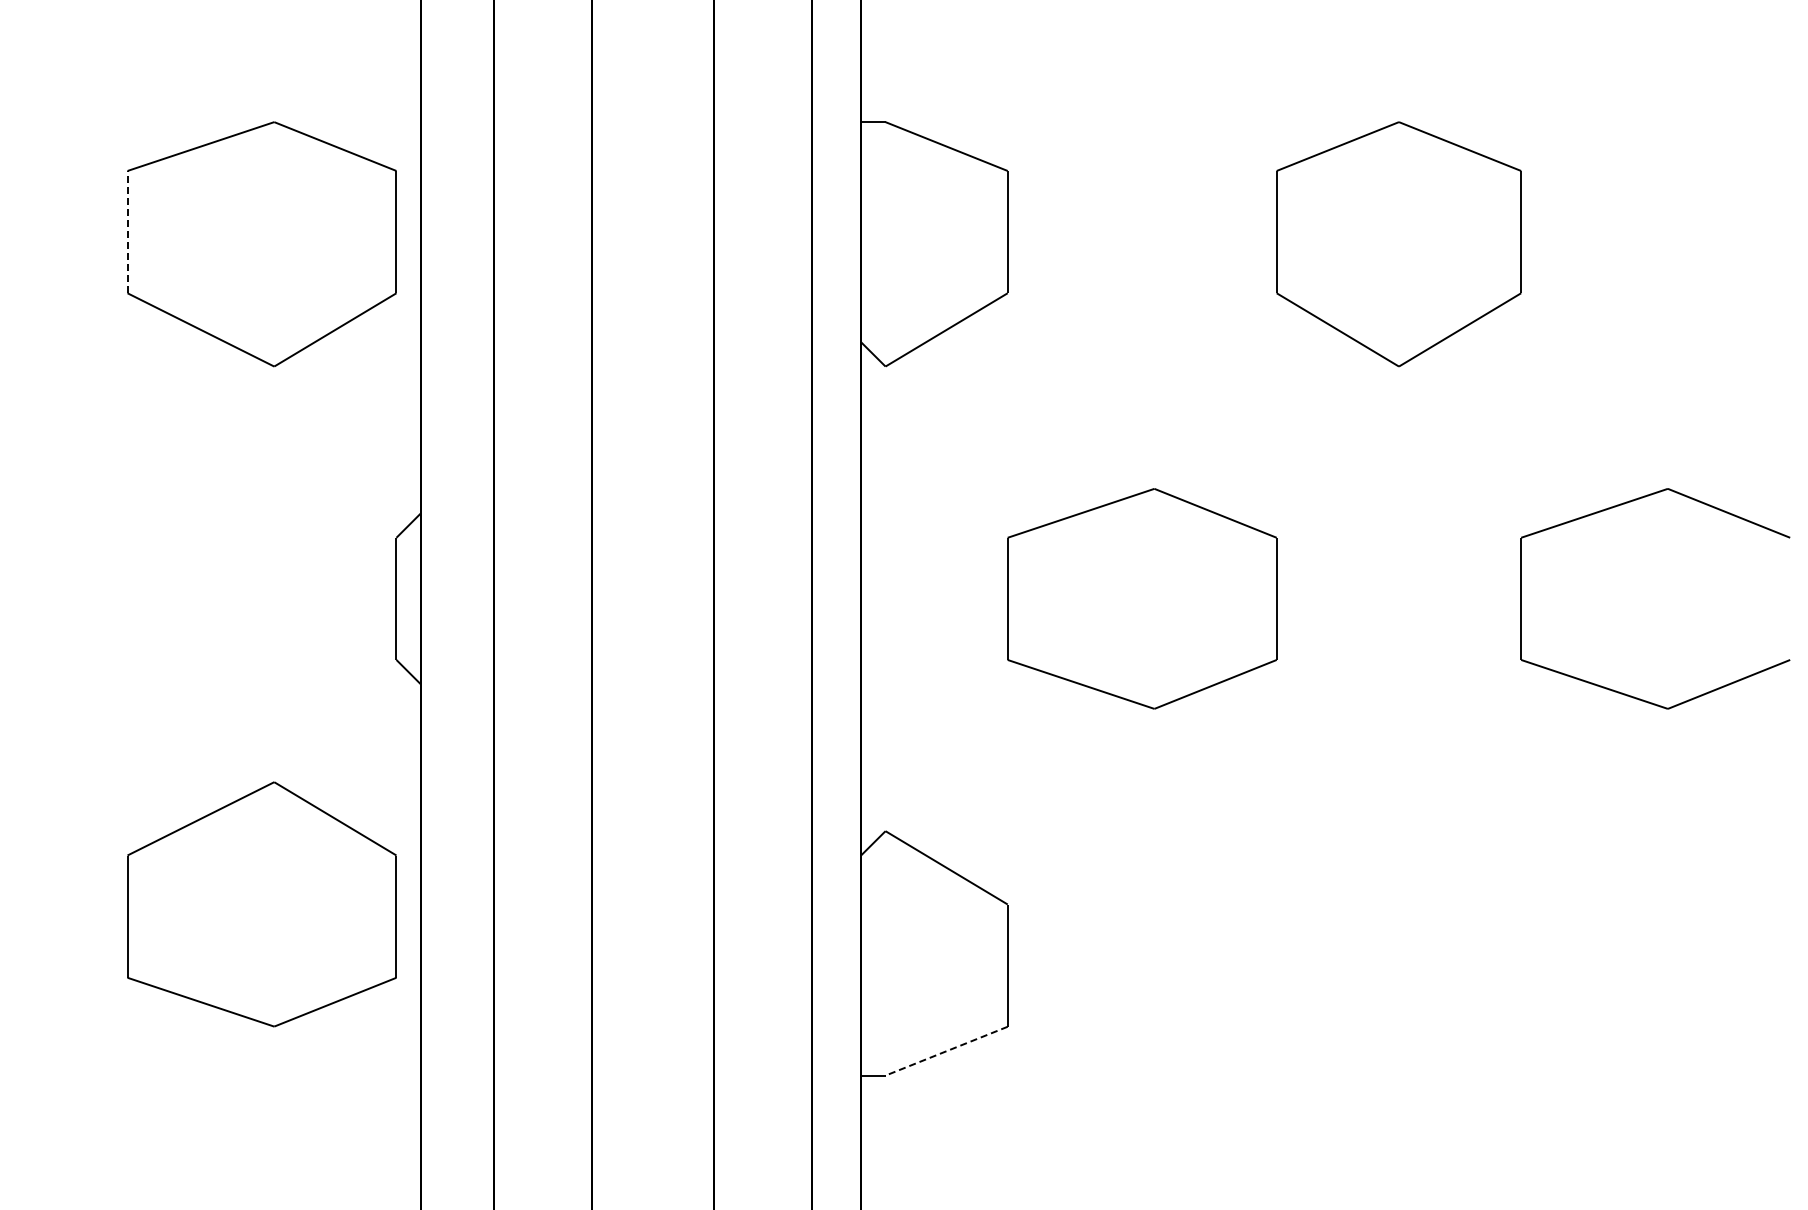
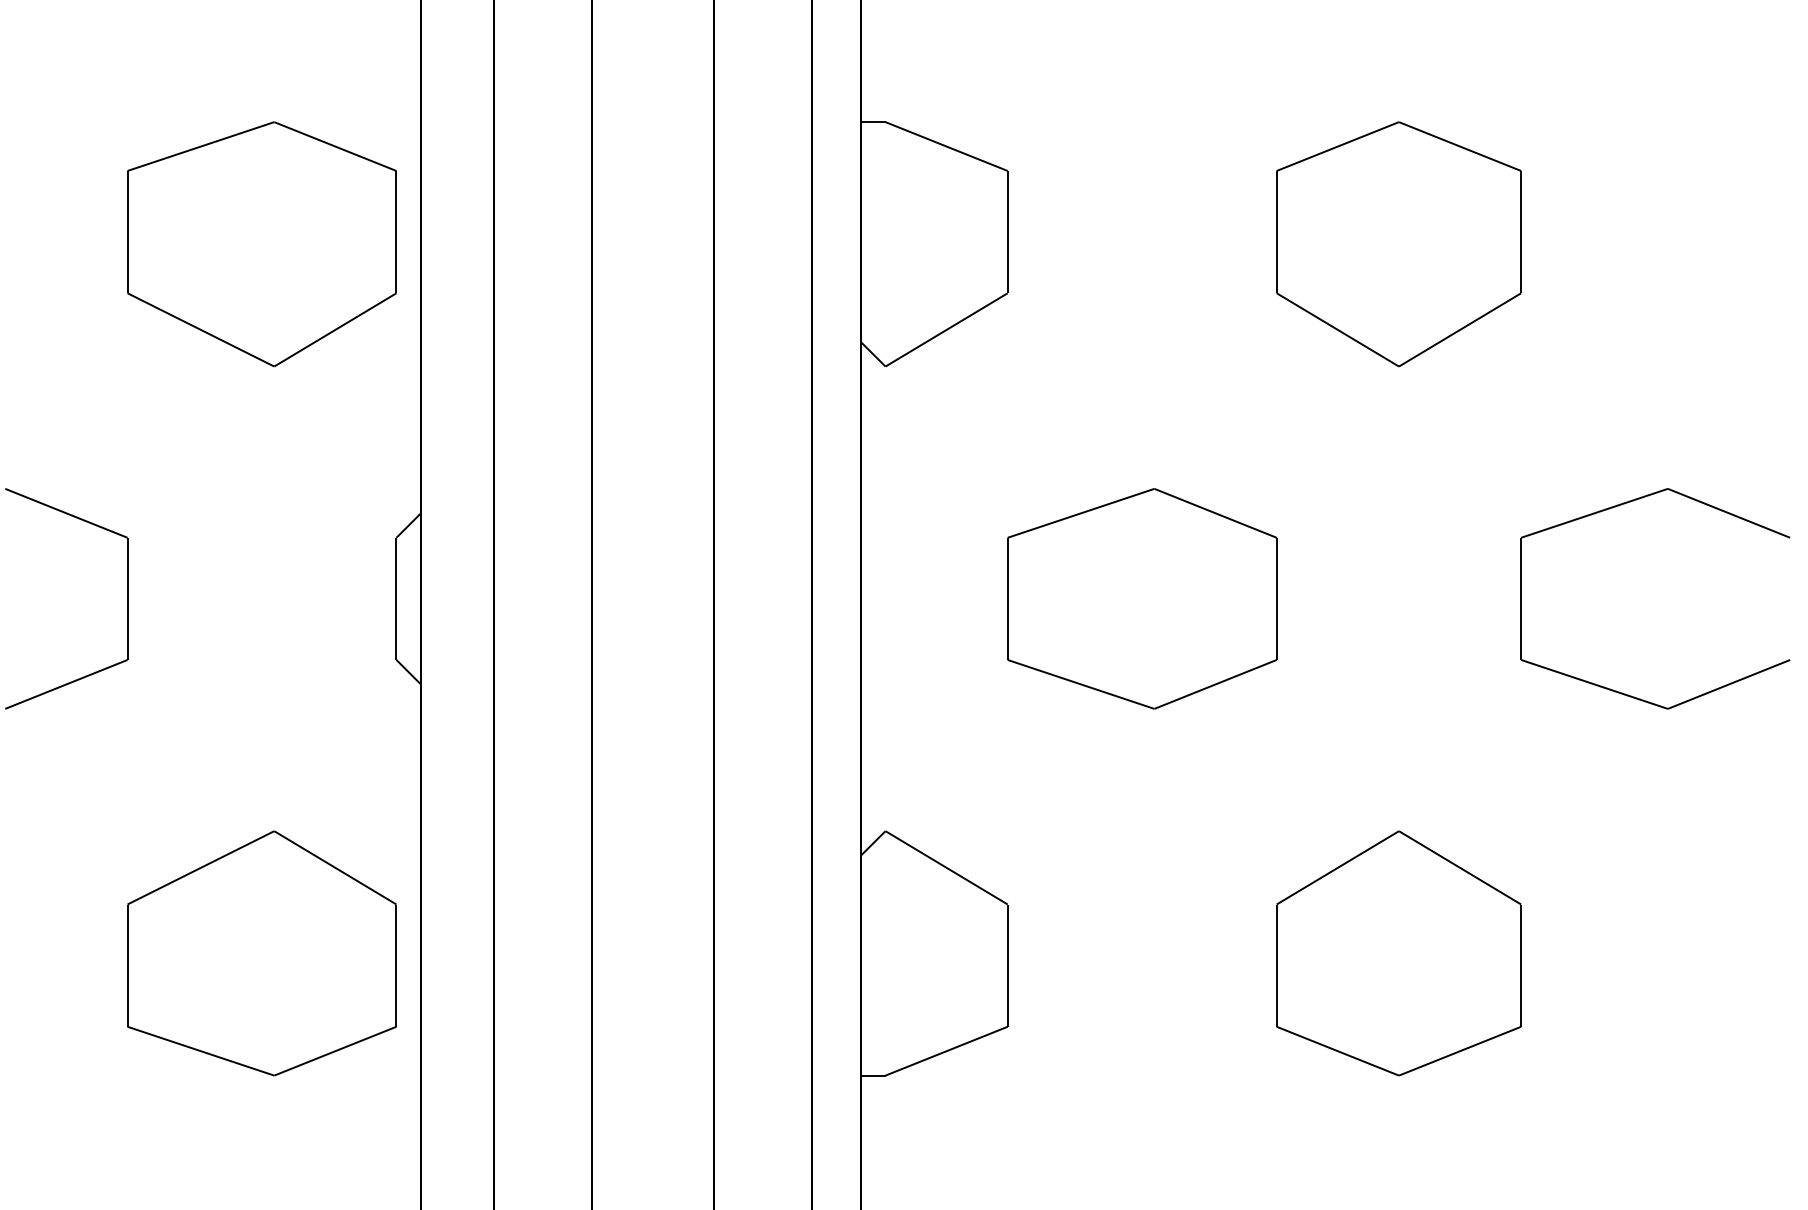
line at (127, 231): dashed -> solid
part at (127, 598): none -> present
part at (261, 904) position: (261, 904) -> (261, 953)
part at (1398, 953): none -> present
line at (946, 1051): dashed -> solid
